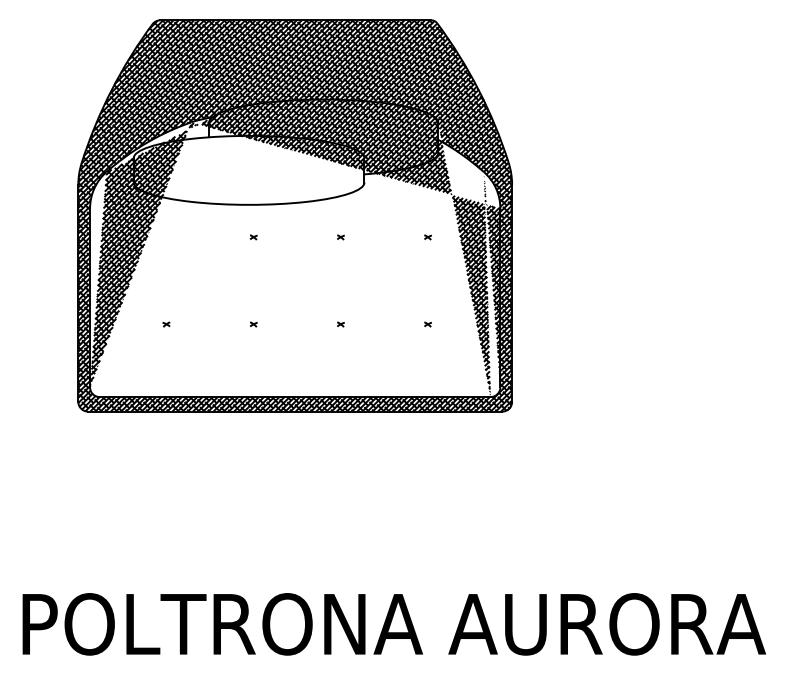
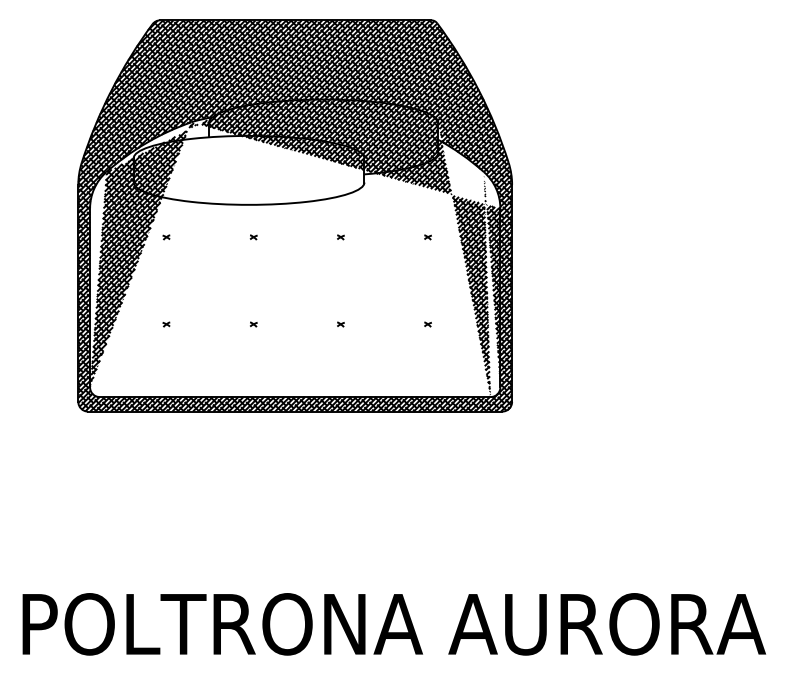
part at (166, 237): none -> present
